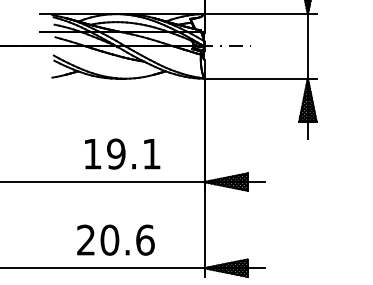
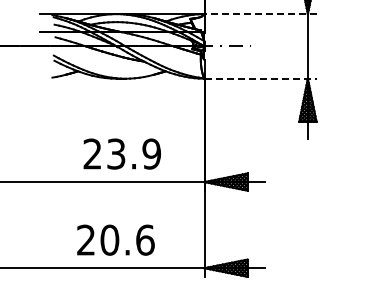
line at (260, 14): solid -> dashed
line at (260, 78): solid -> dashed
text at (121, 153): 19.1 -> 23.9
